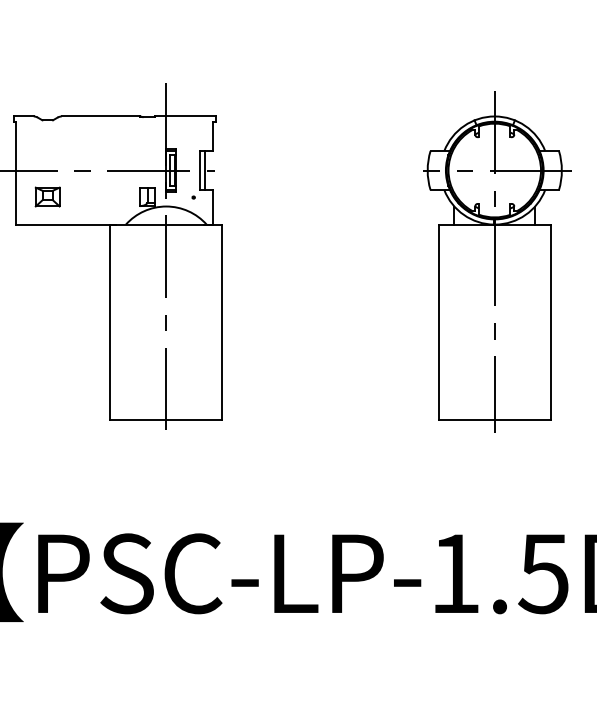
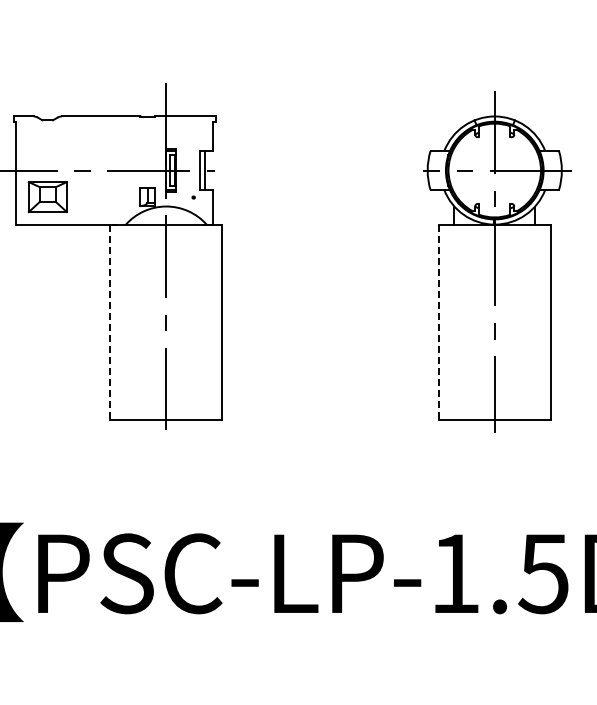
part at (47, 196) size: 27x22 px -> 41x33 px
line at (110, 322): solid -> dashed
line at (438, 322): solid -> dashed
